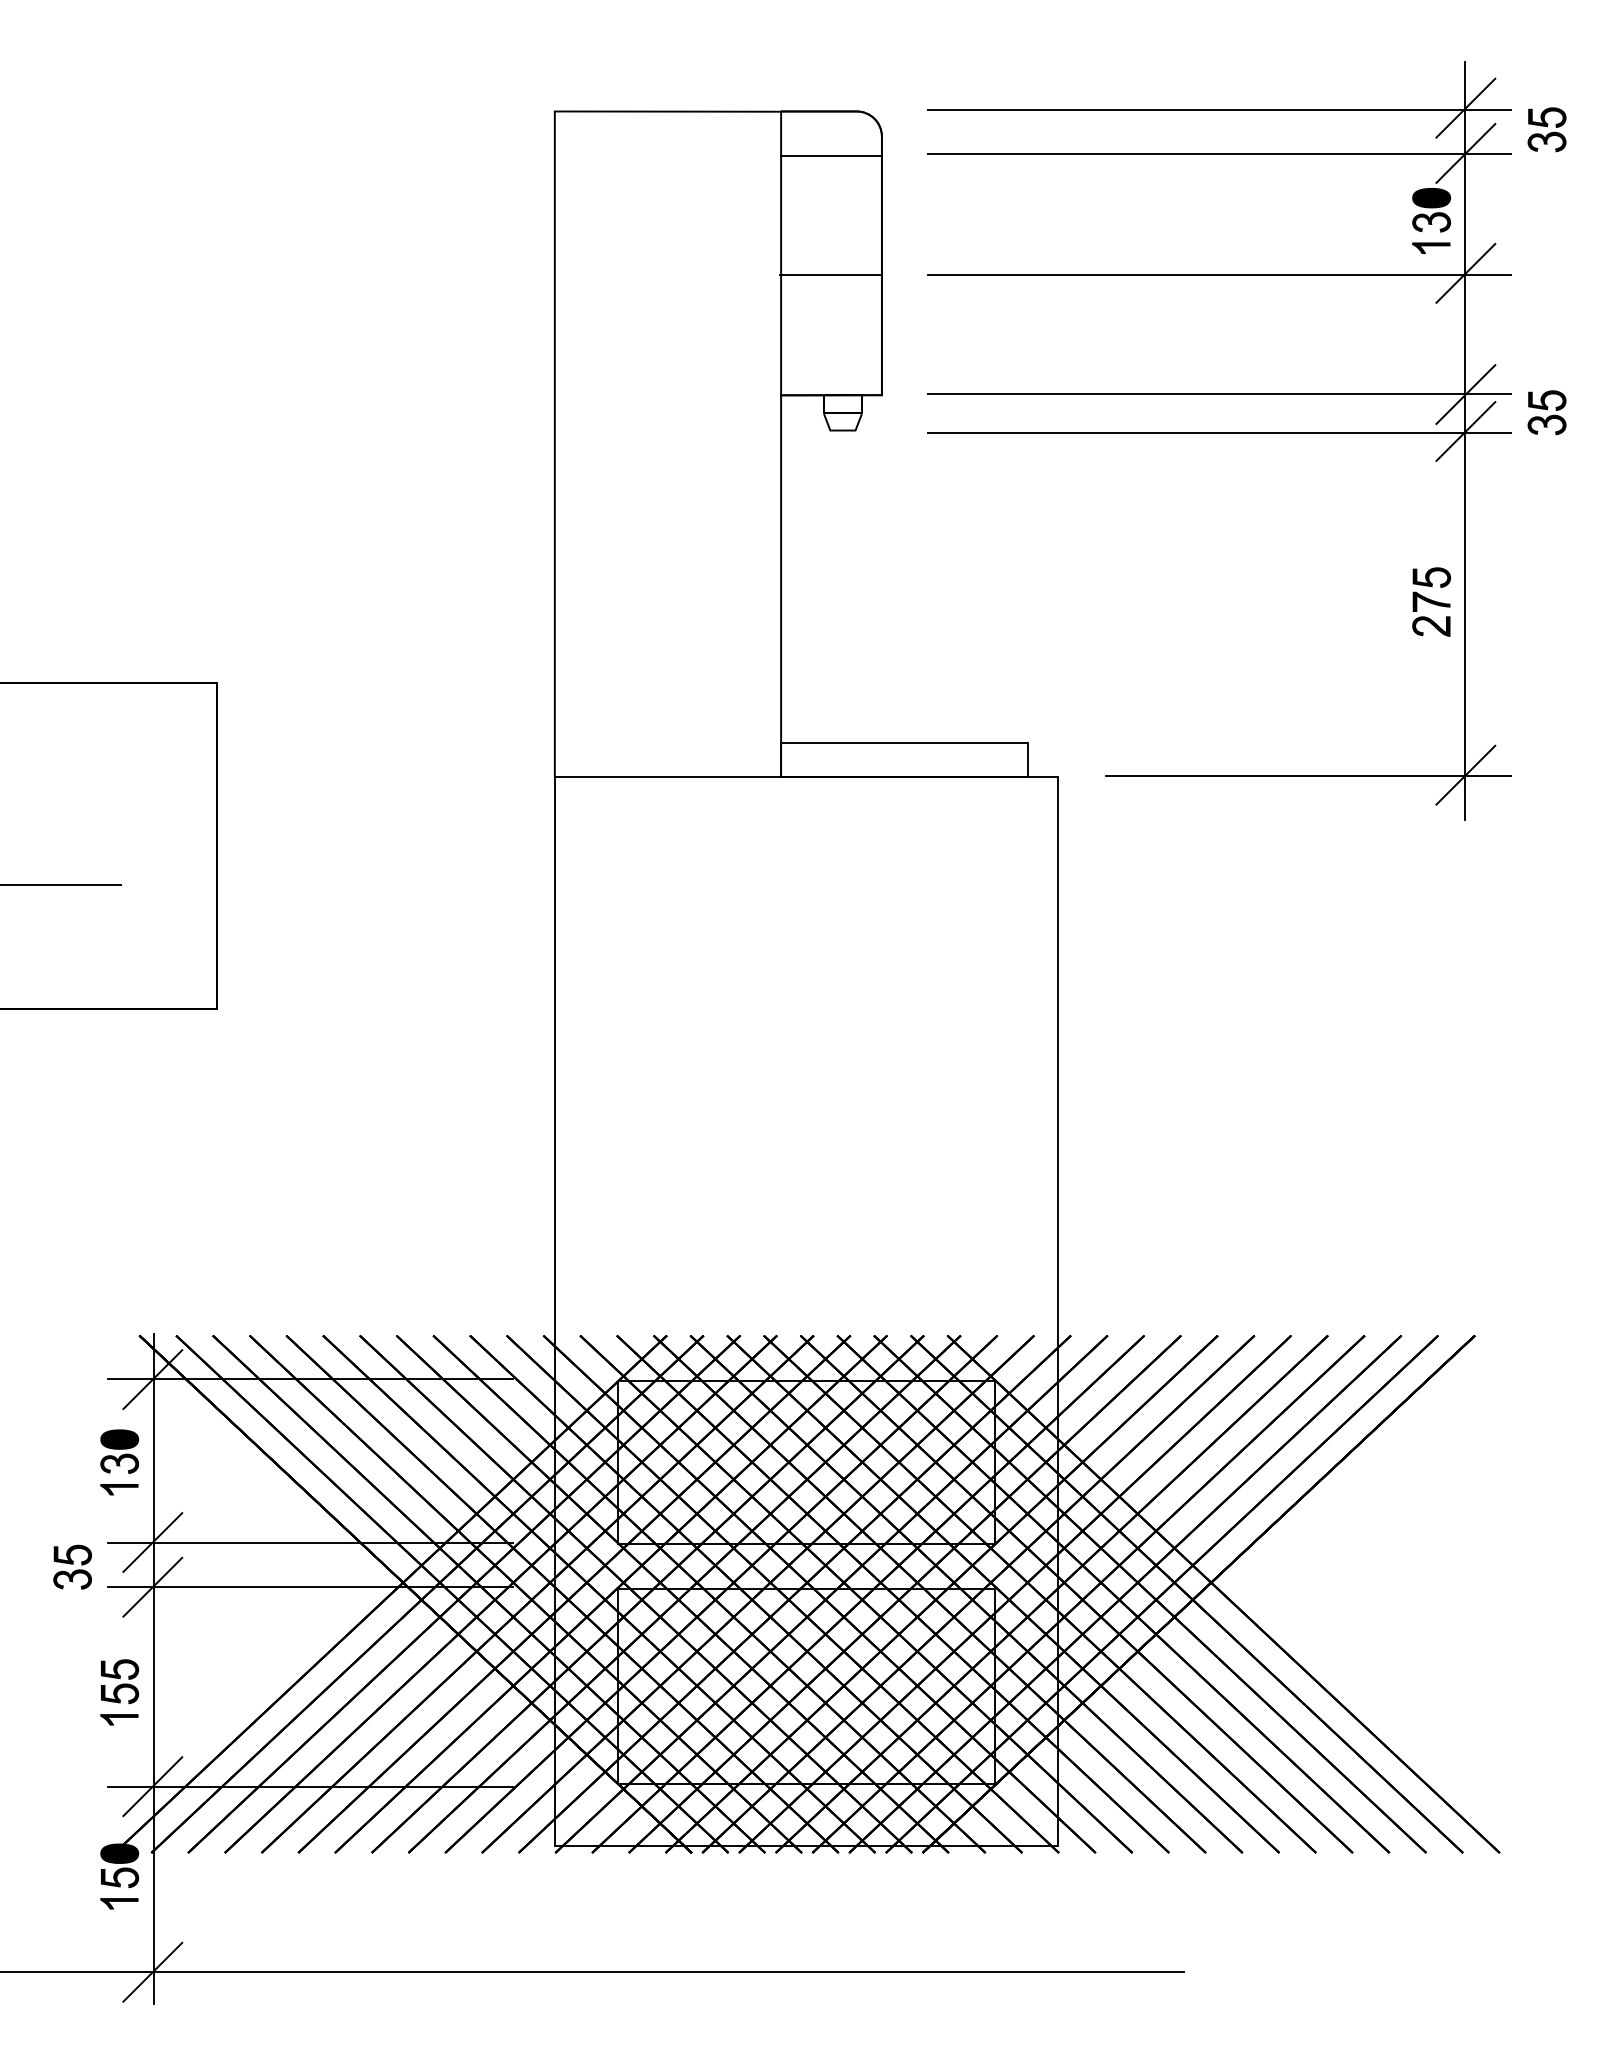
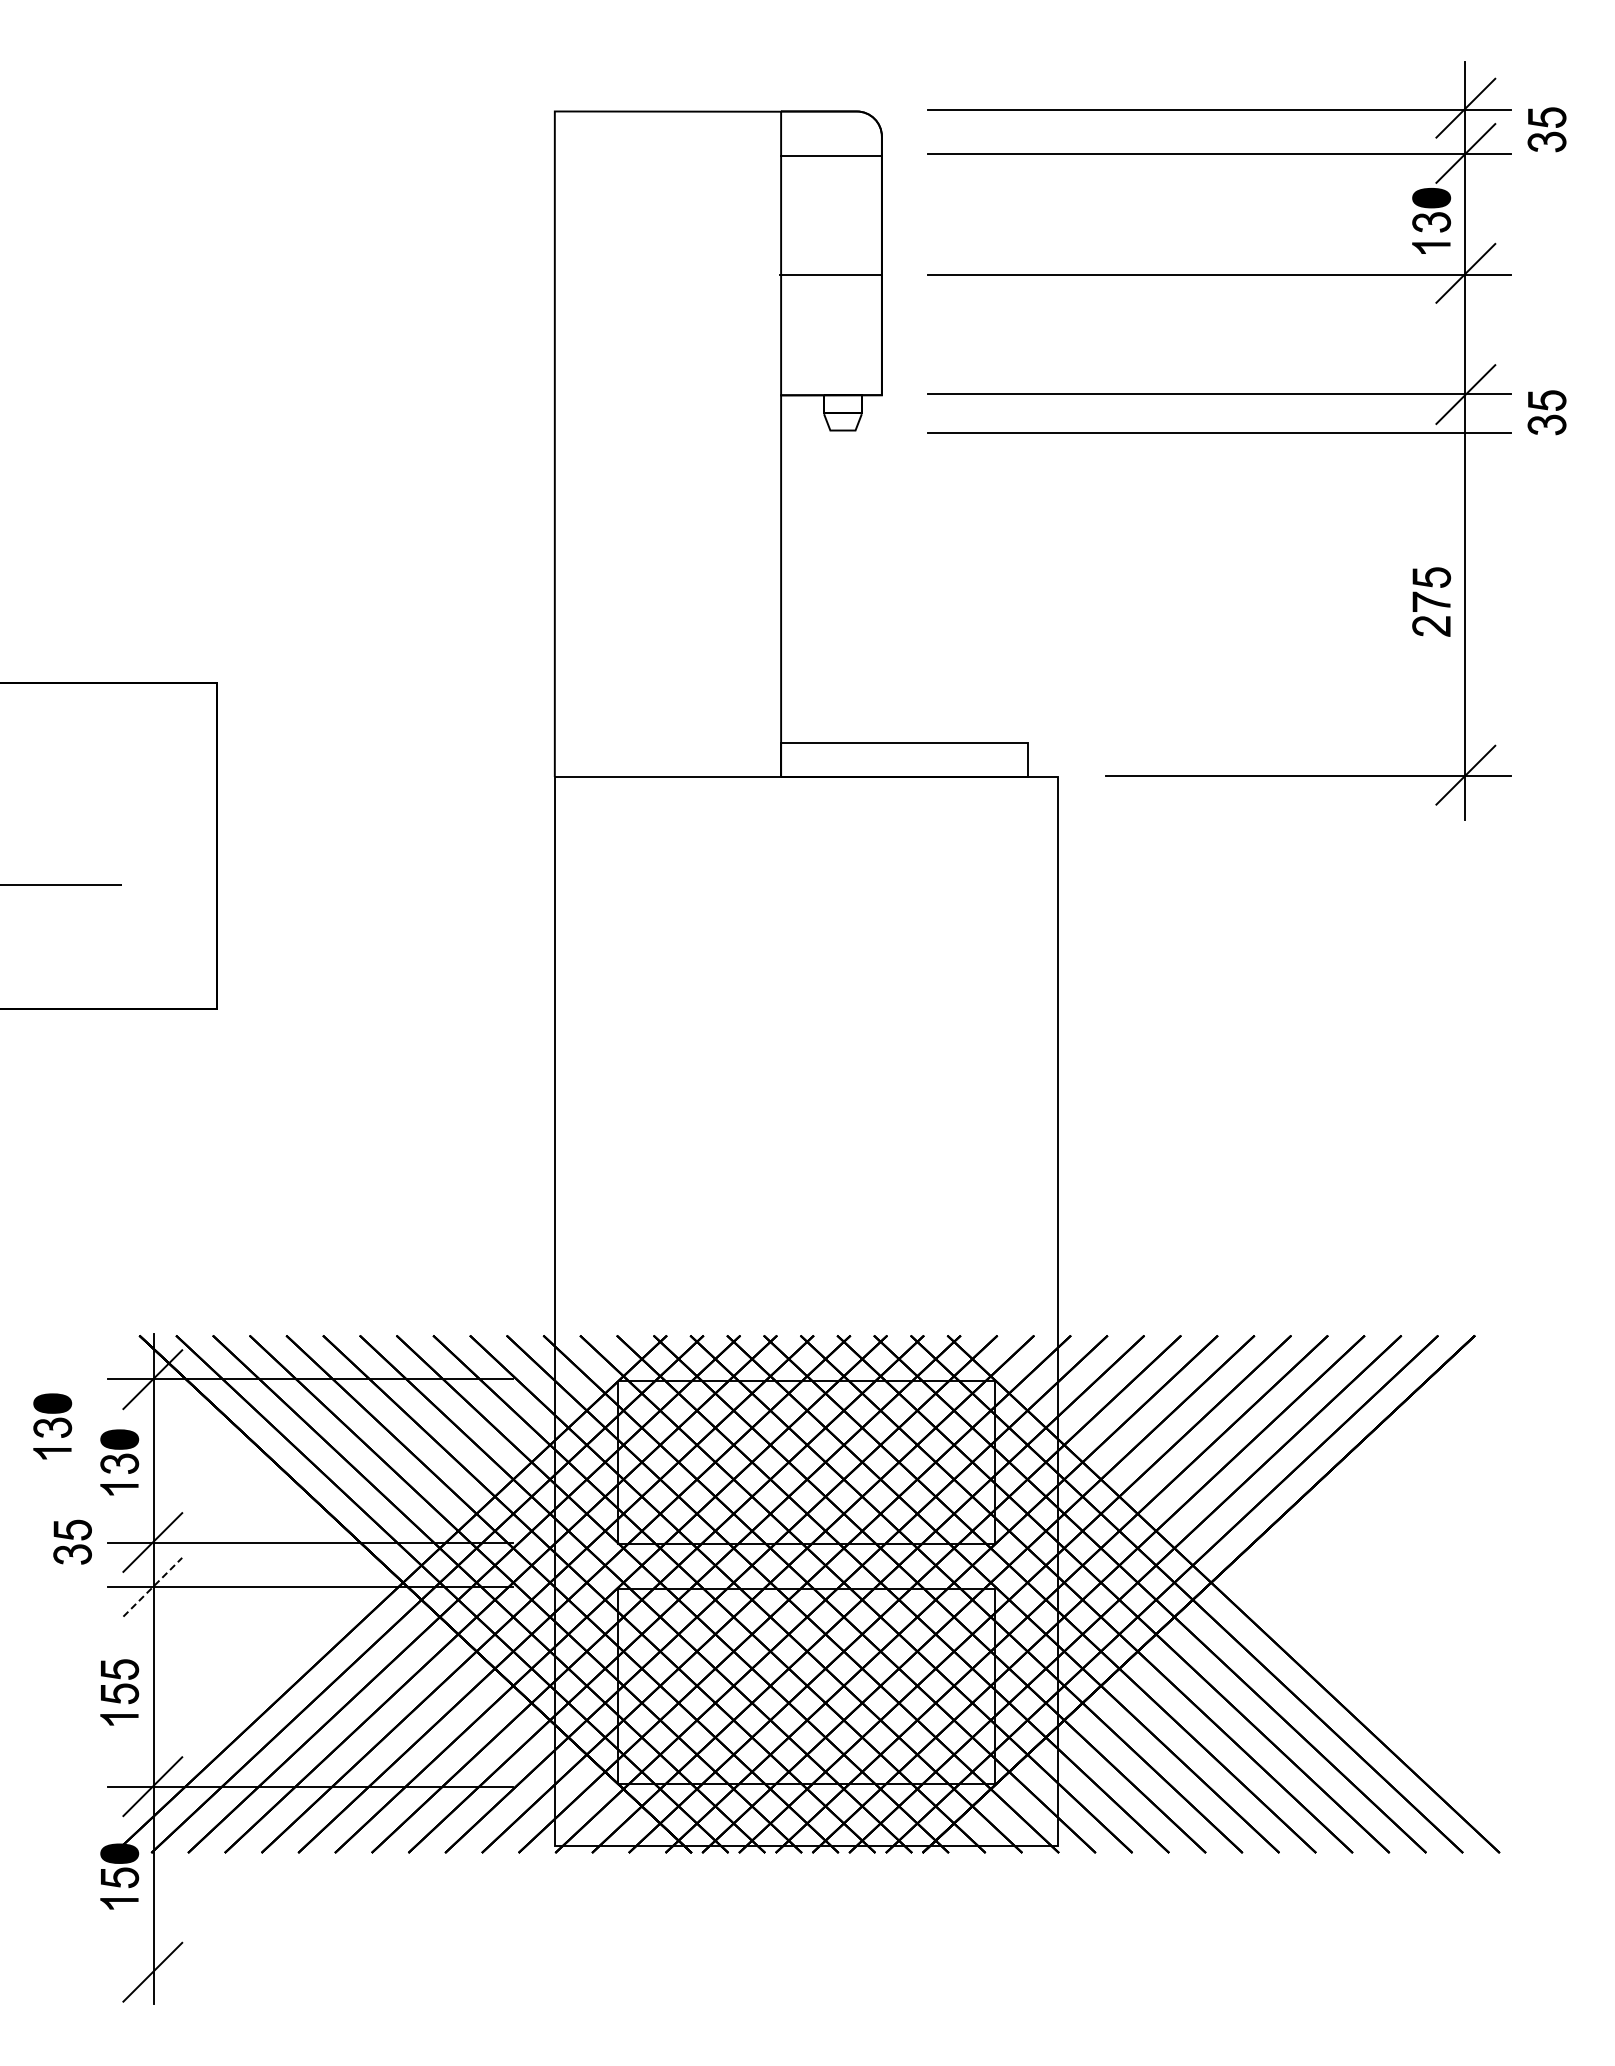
line at (1465, 431): present -> none
part at (52, 1426): none -> present
part at (72, 1566) position: (72, 1566) -> (72, 1541)
line at (152, 1587): solid -> dashed
line at (593, 1972): present -> none
